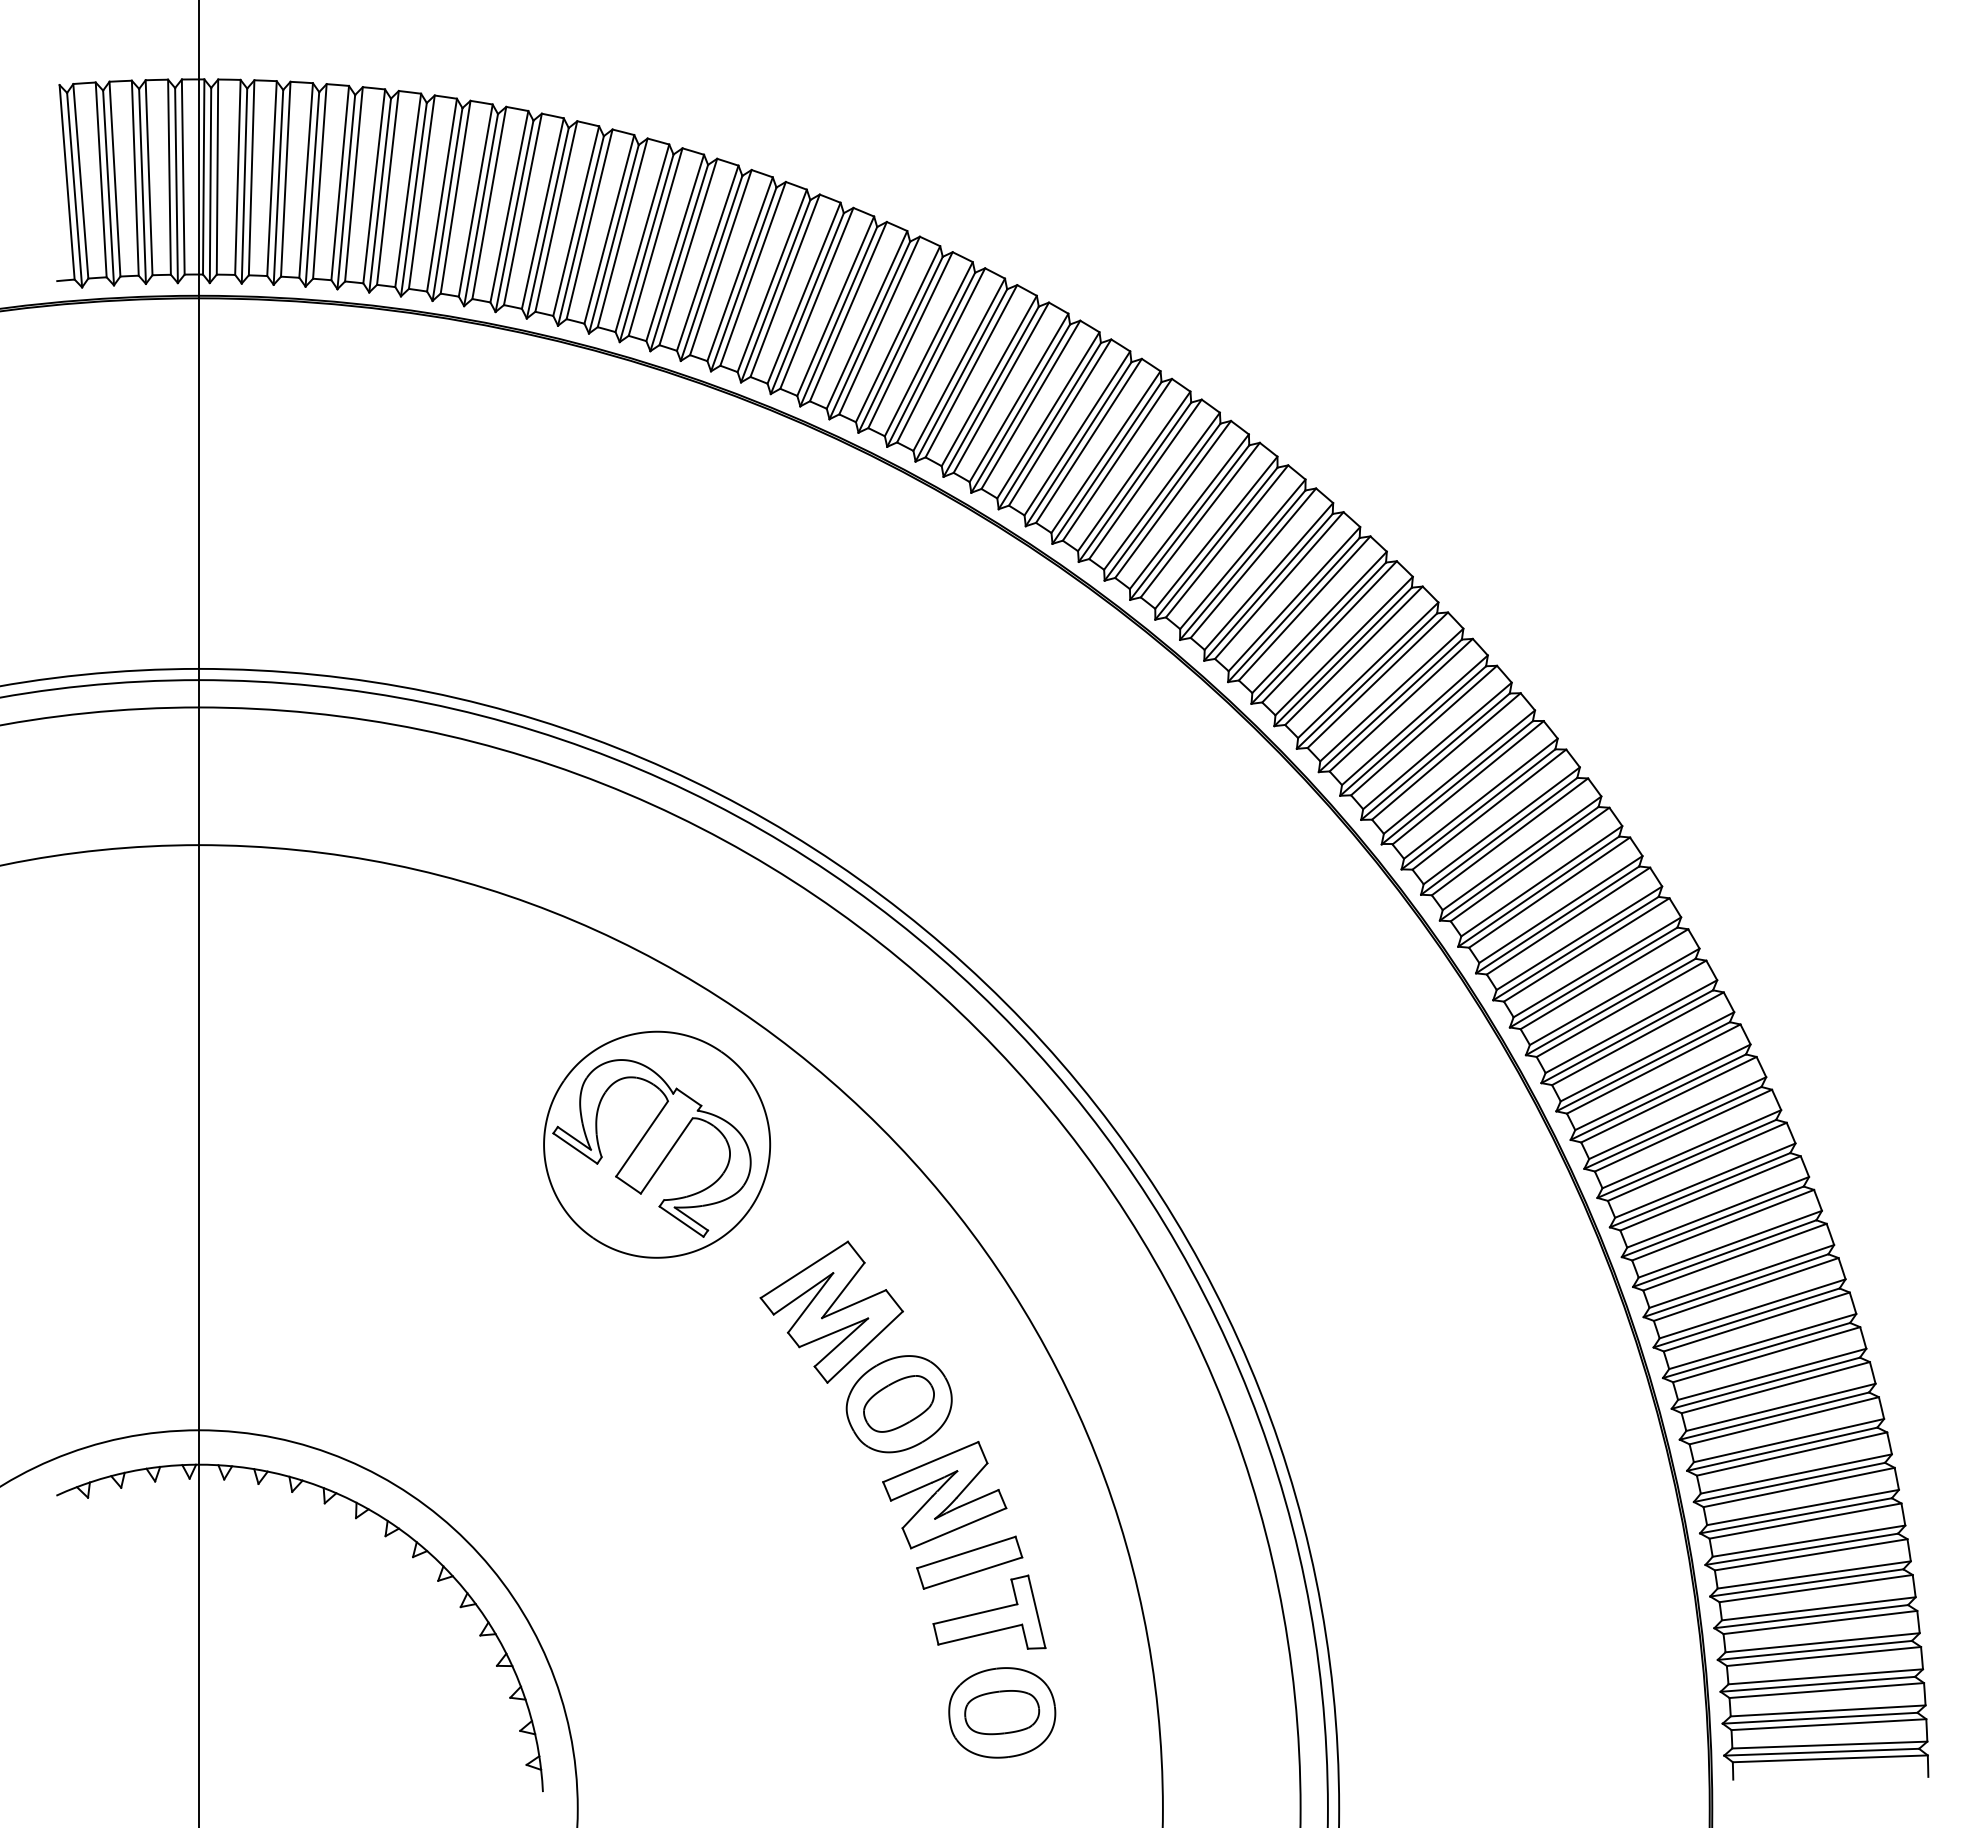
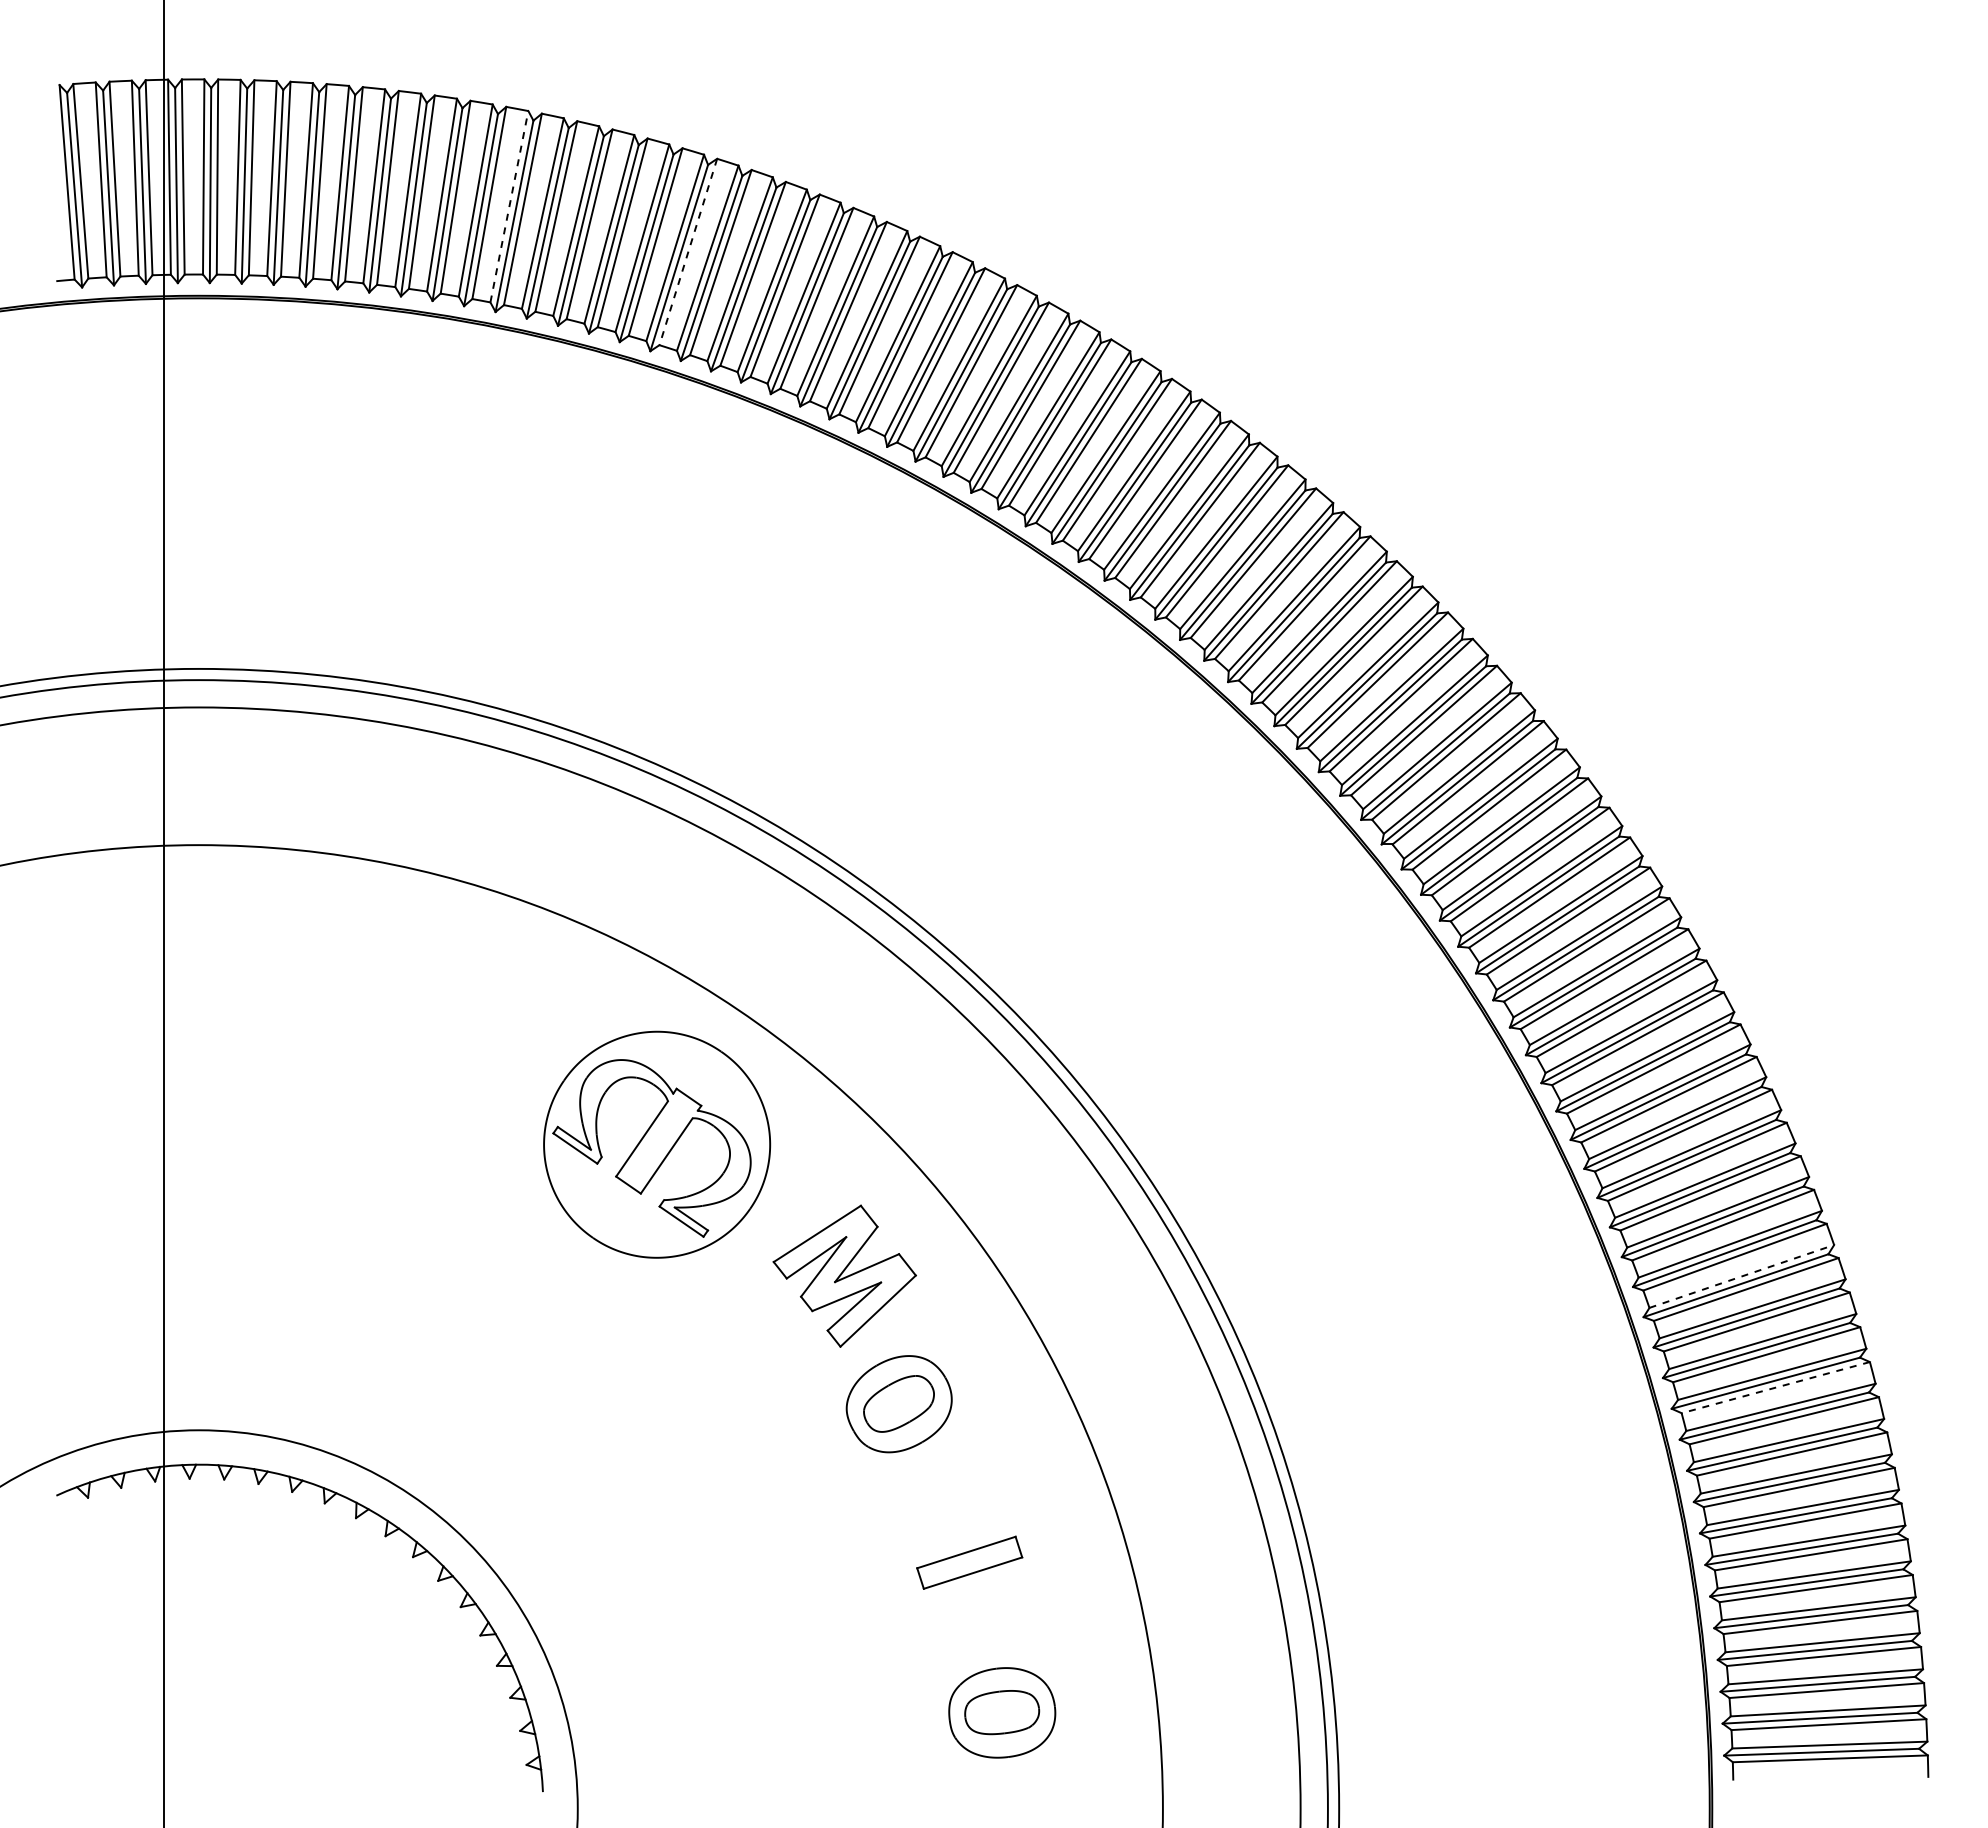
line at (509, 206): solid -> dashed
line at (688, 251): solid -> dashed
line at (199, 913) position: (199, 913) -> (164, 913)
line at (1741, 1276): solid -> dashed
part at (831, 1311) position: (831, 1311) -> (844, 1275)
line at (1775, 1387): solid -> dashed
part at (944, 1495): present -> none
part at (989, 1611): present -> none
